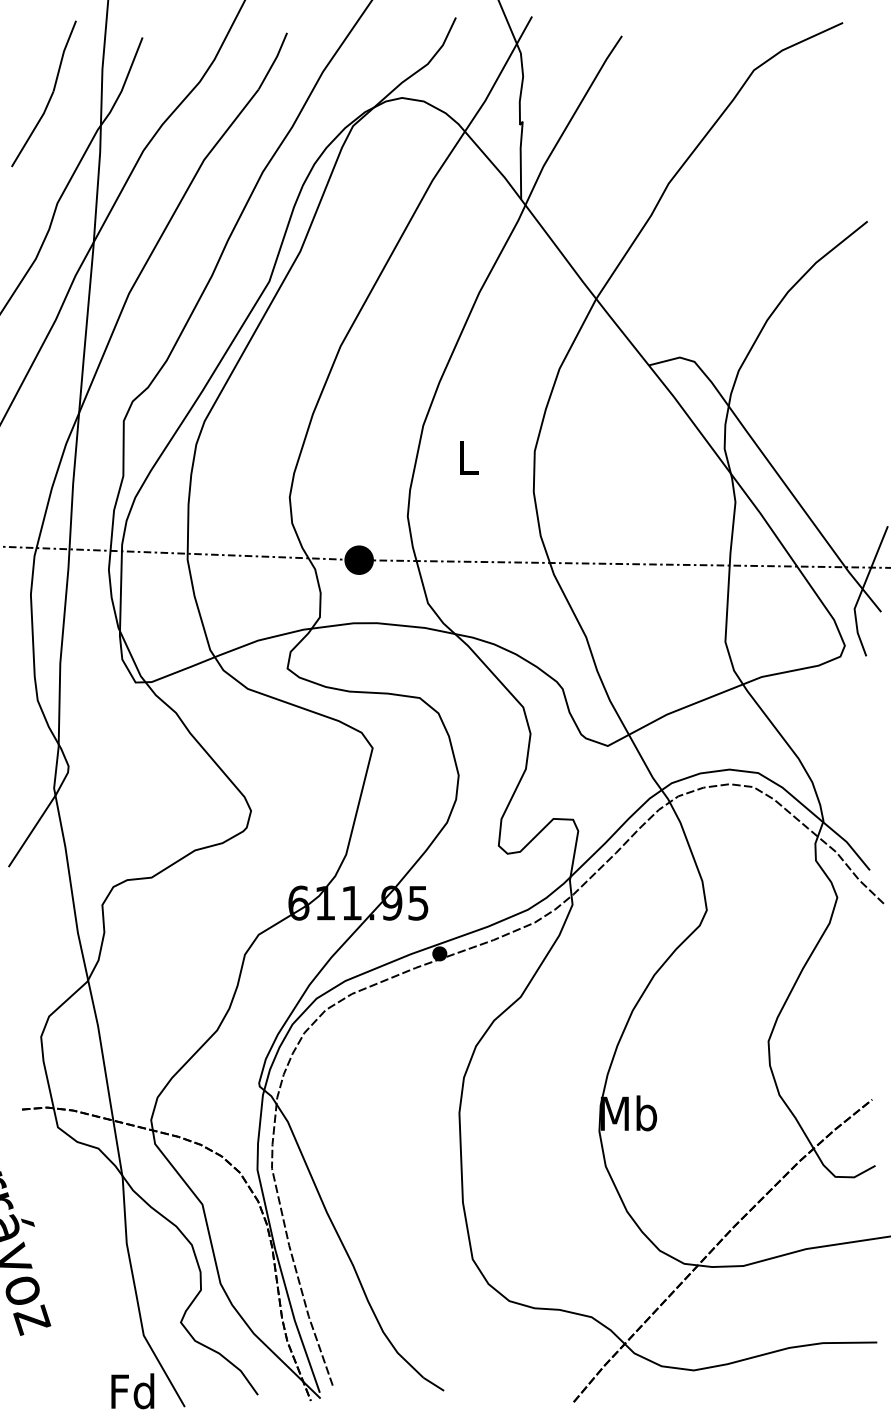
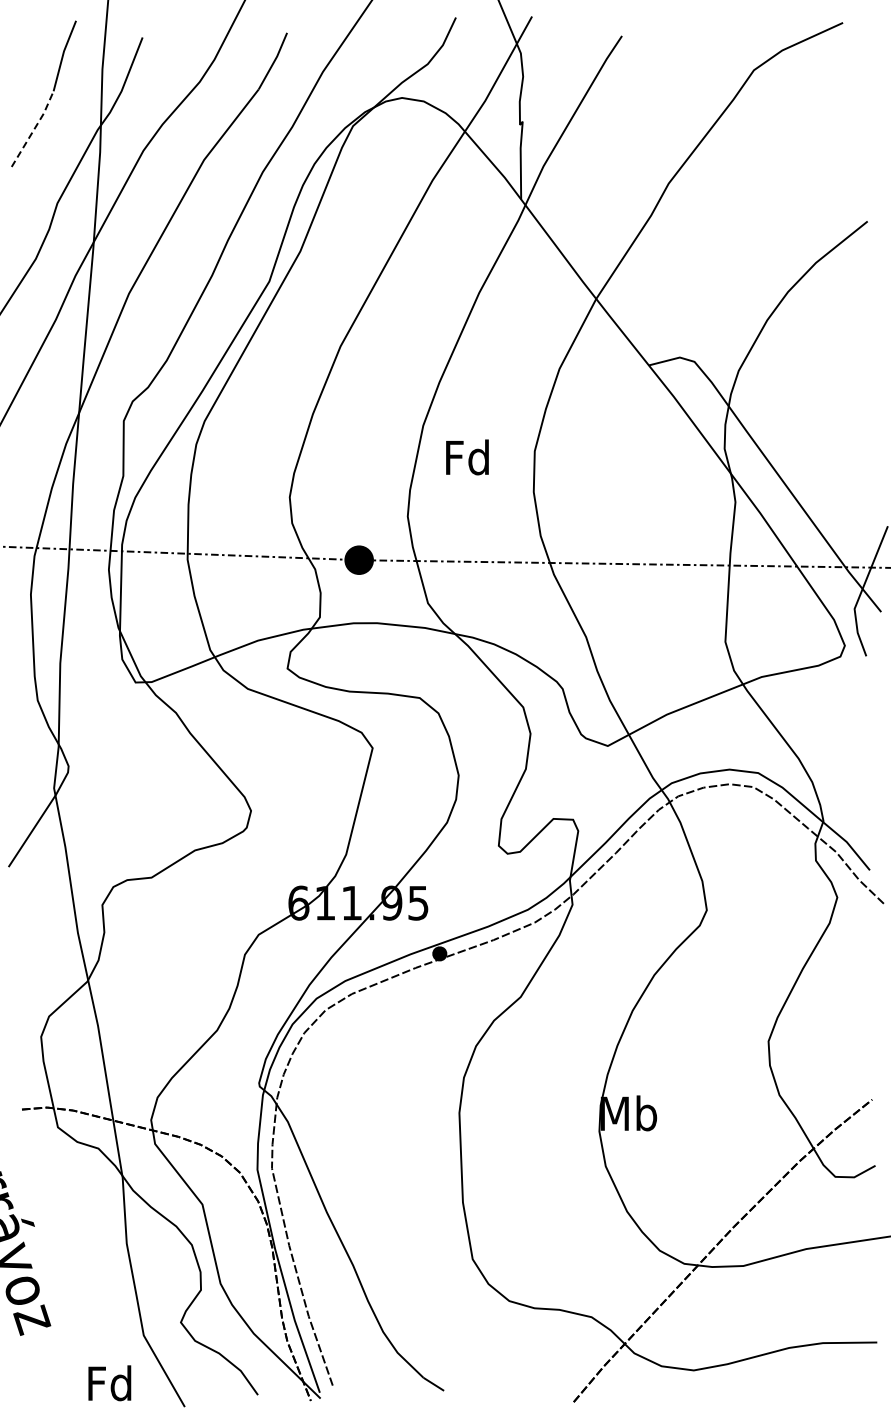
line at (34, 128): solid -> dashed
text at (467, 457): L -> Fd
text at (132, 1391) position: (132, 1391) -> (109, 1383)
